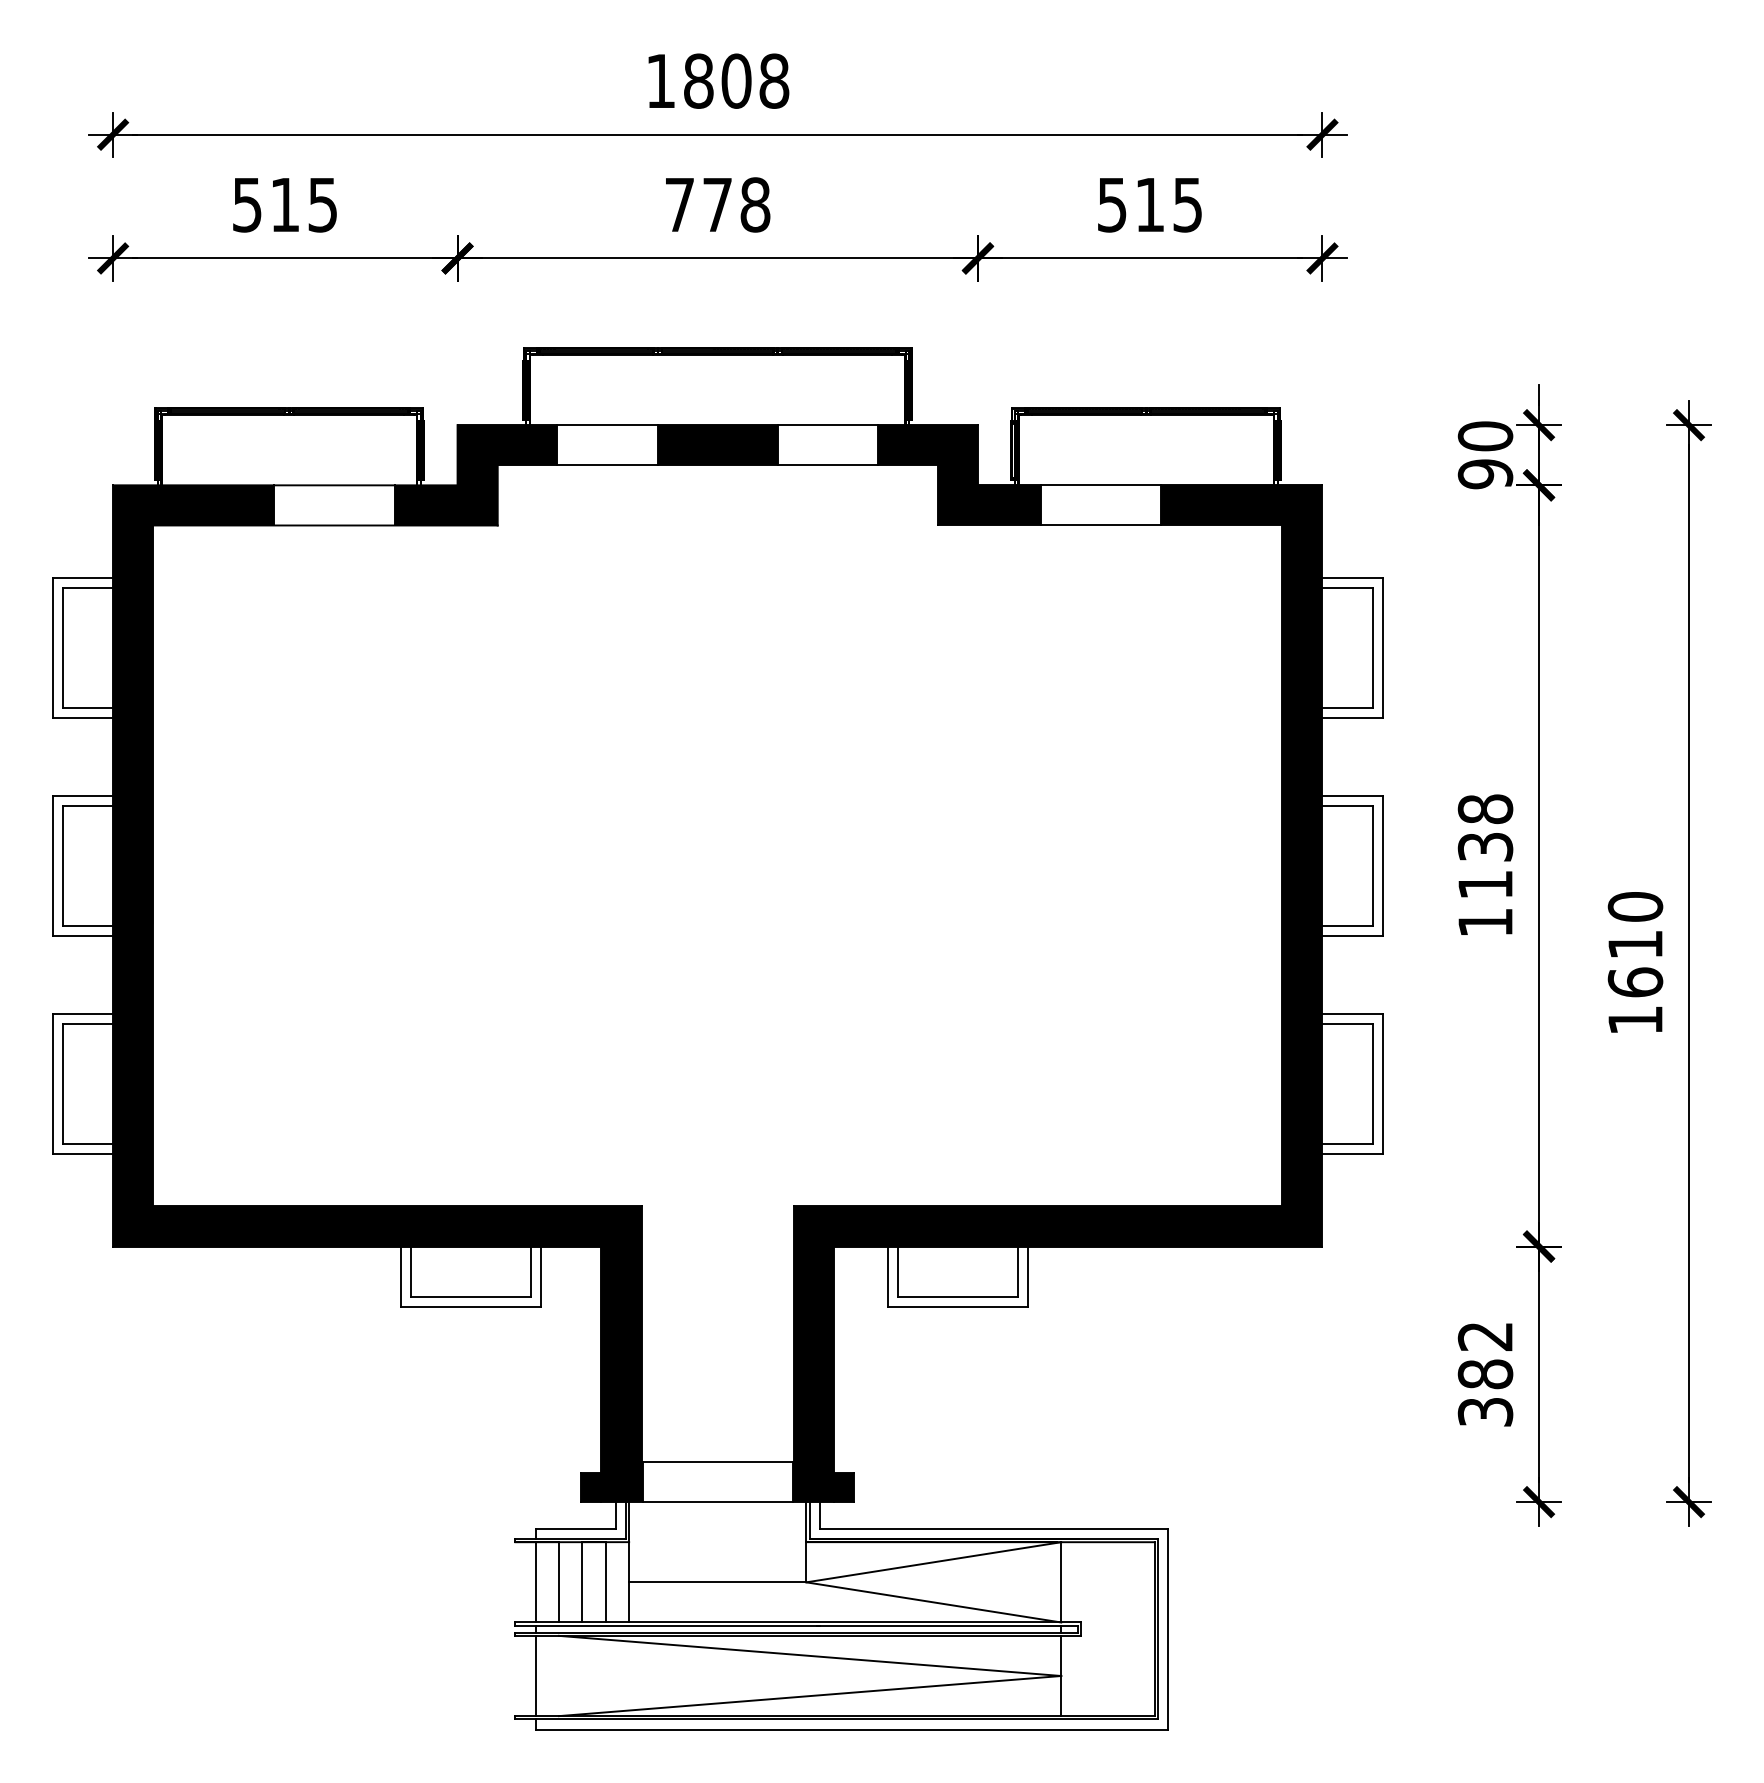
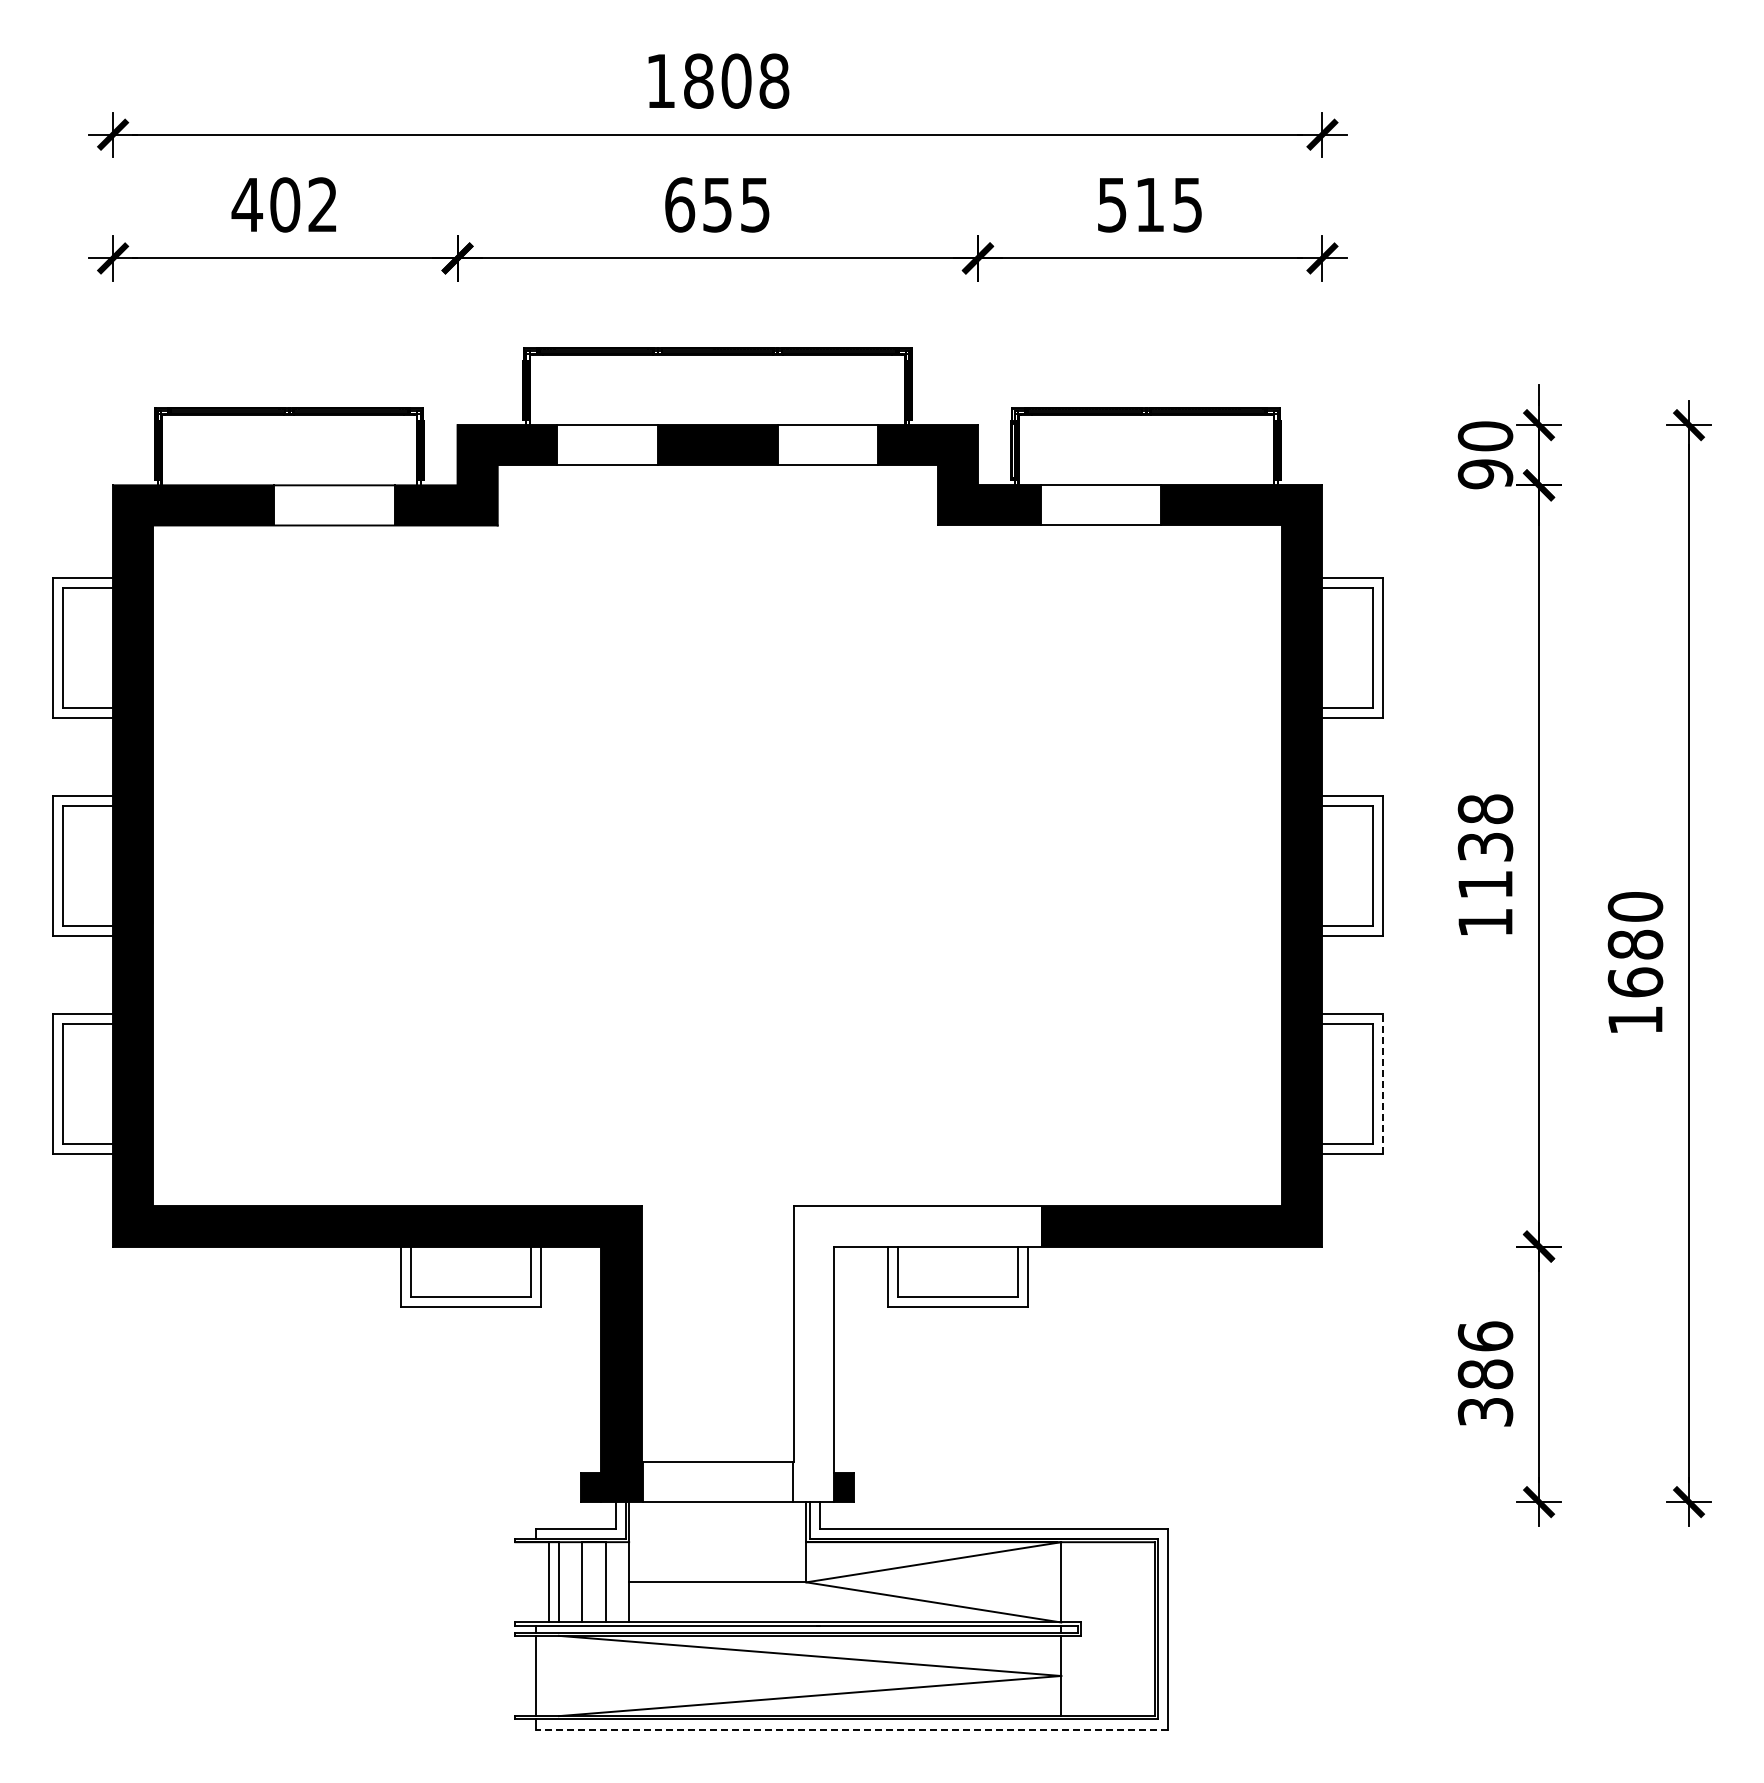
text at (283, 204): 515 -> 402
text at (717, 204): 778 -> 655
text at (1635, 944): 1610 -> 1680
line at (1382, 1083): solid -> dashed
text at (1485, 1336): 382 -> 386
fill at (916, 1354): present -> none
line at (535, 1582) position: (535, 1582) -> (548, 1582)
line at (851, 1729): solid -> dashed
